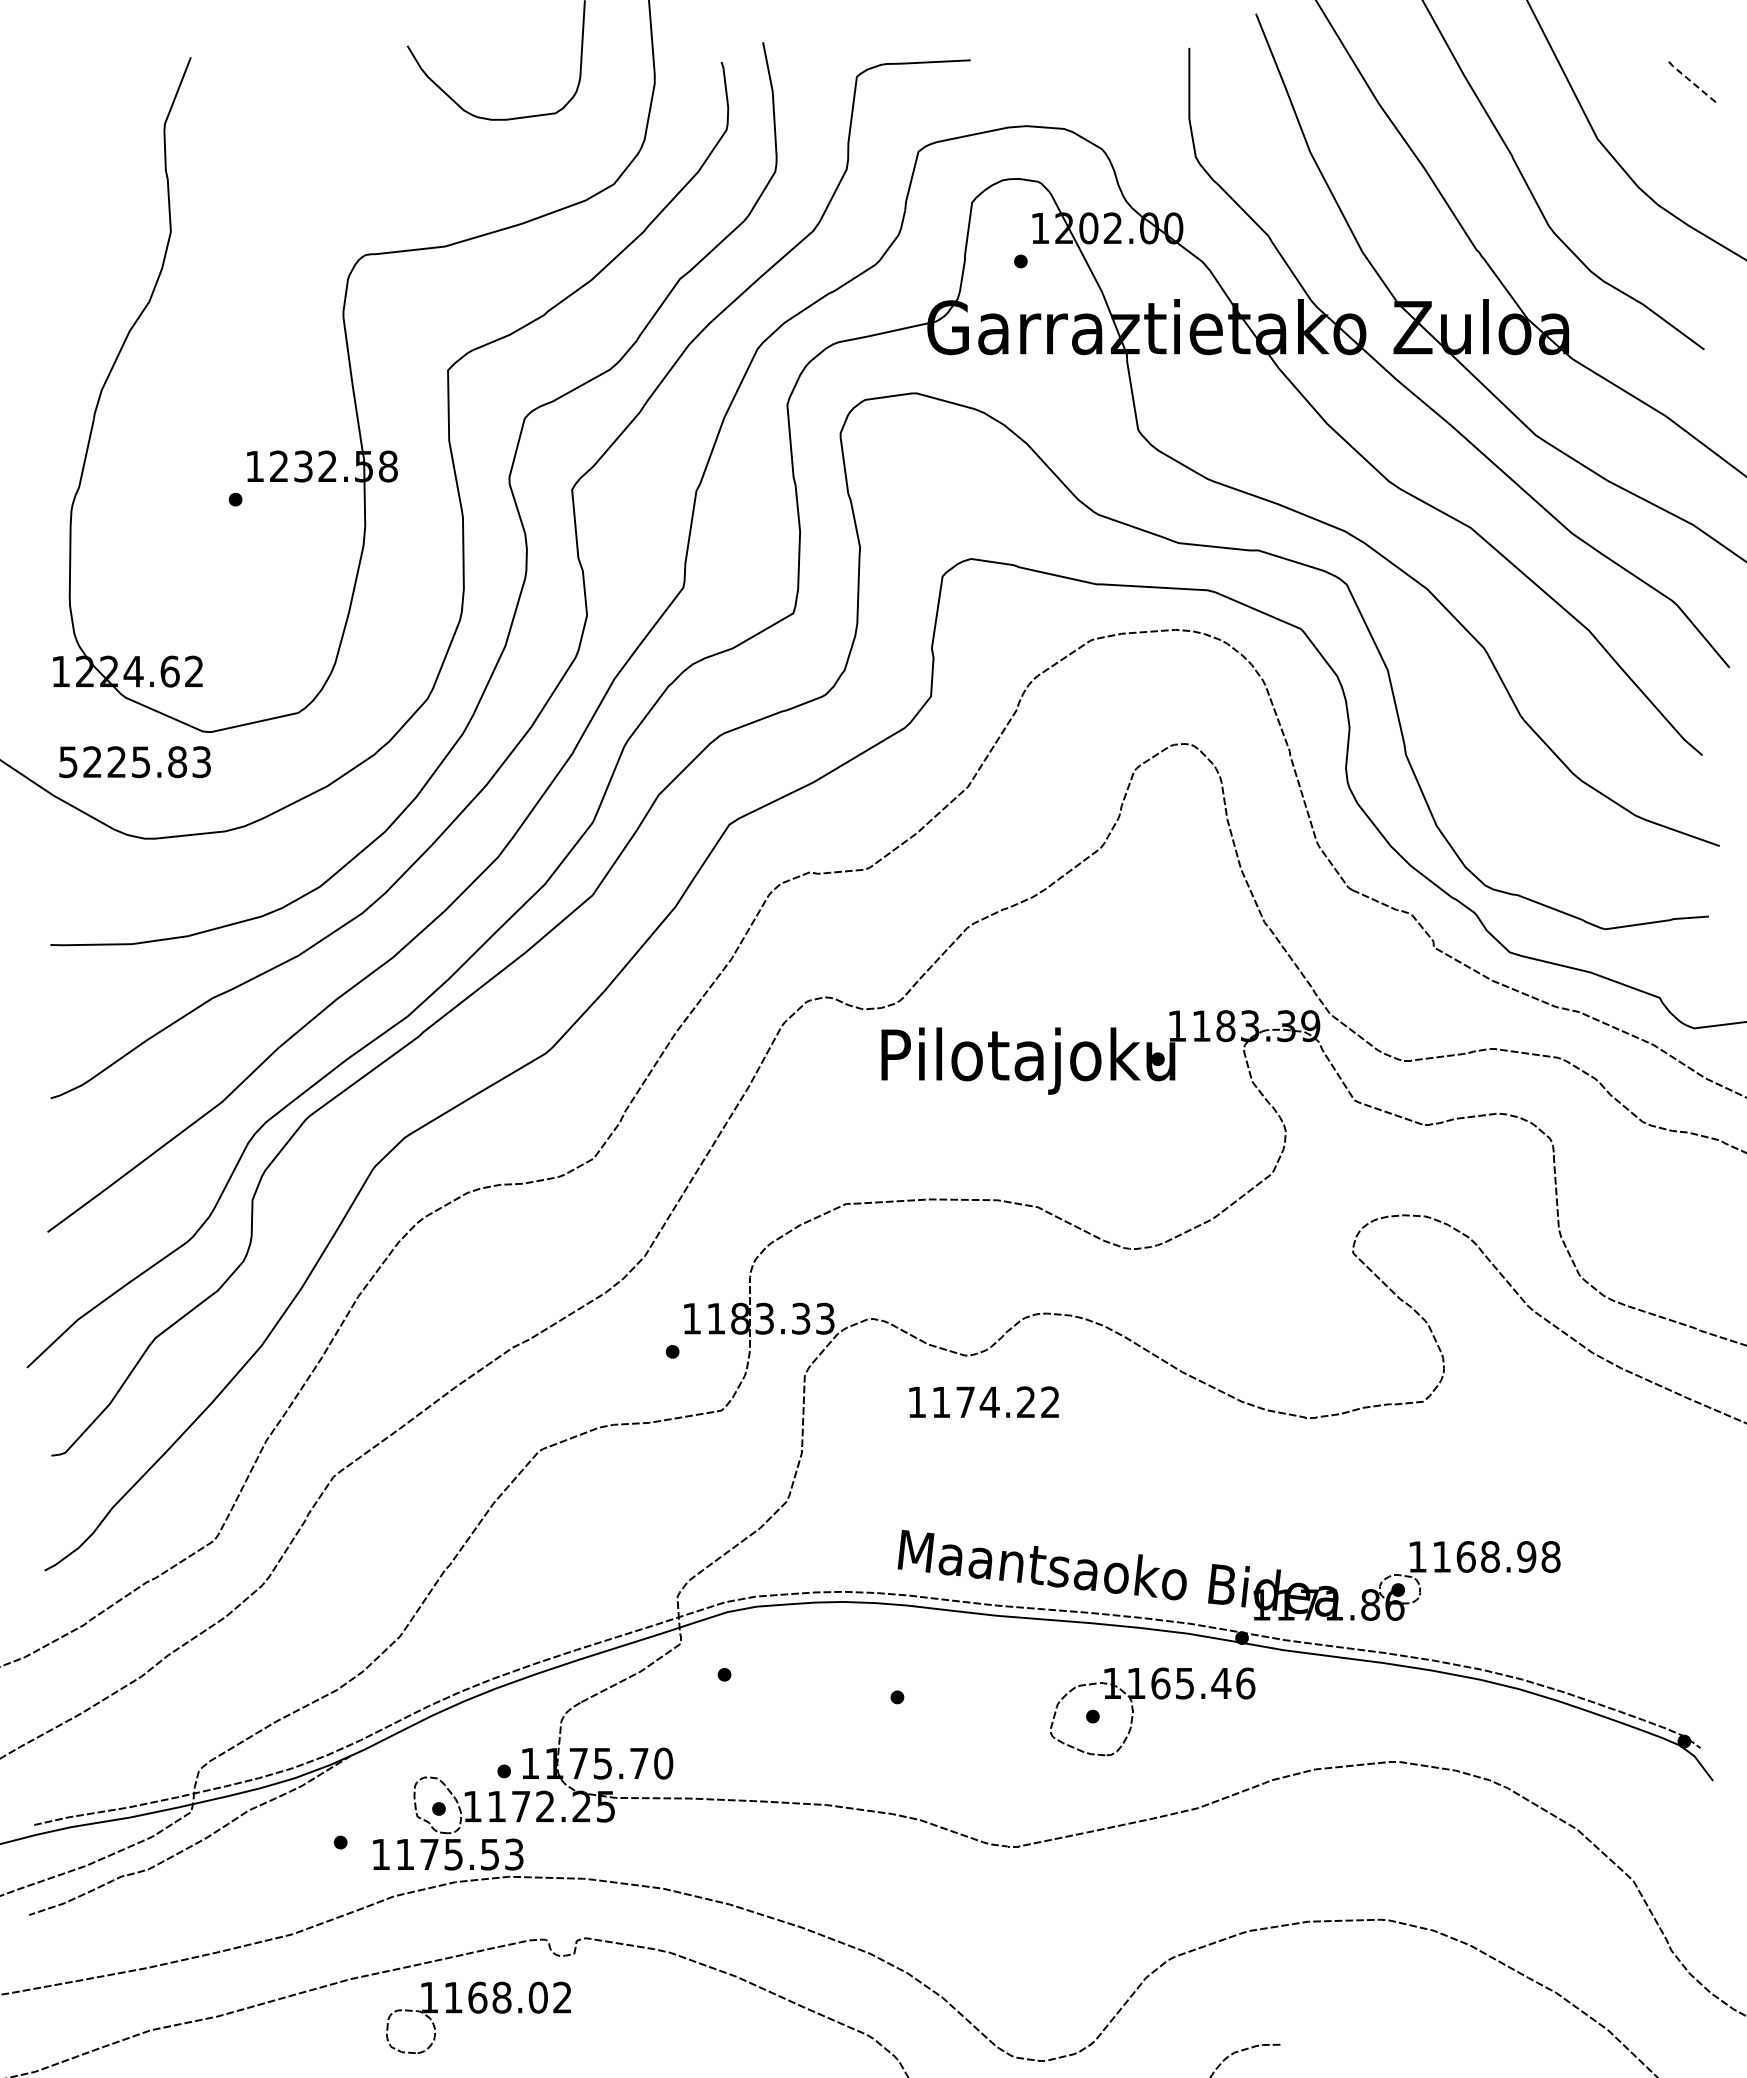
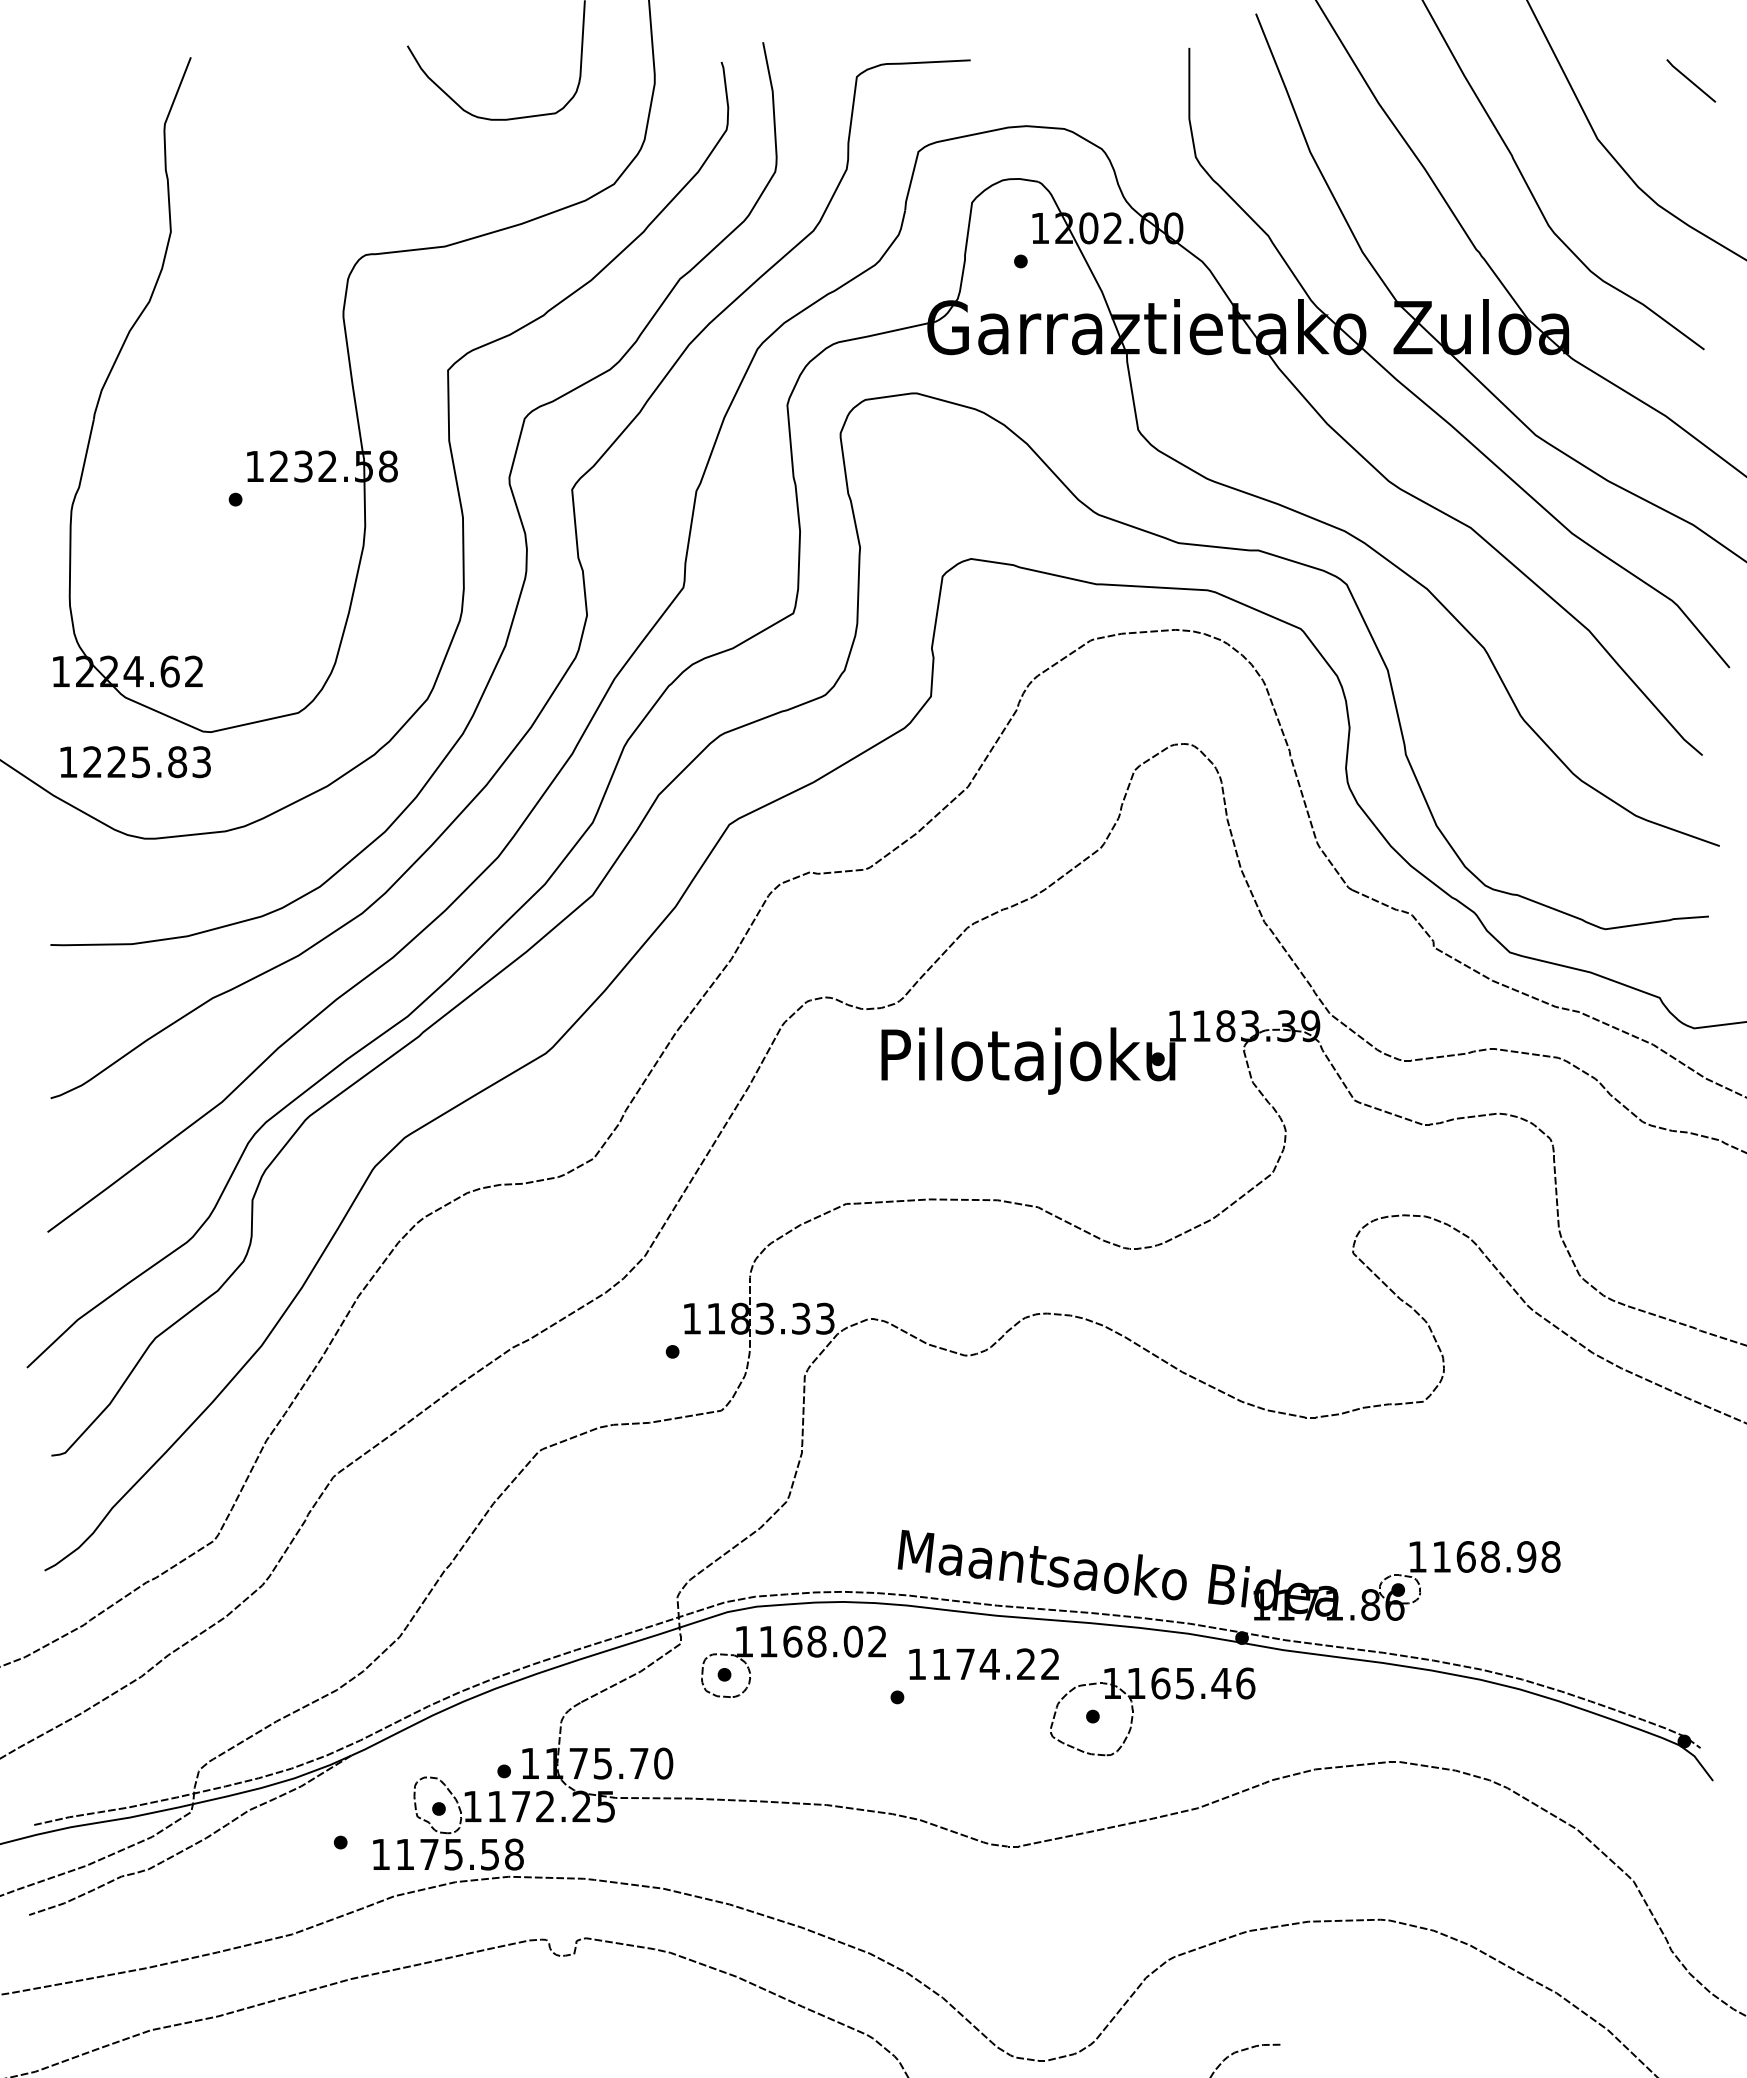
line at (1690, 80): dashed -> solid
text at (68, 762): 5225.83 -> 1225.83
text at (983, 1401) position: (983, 1401) -> (983, 1663)
text at (514, 1854): 1175.53 -> 1175.58
part at (478, 2017) position: (478, 2017) -> (793, 1661)
